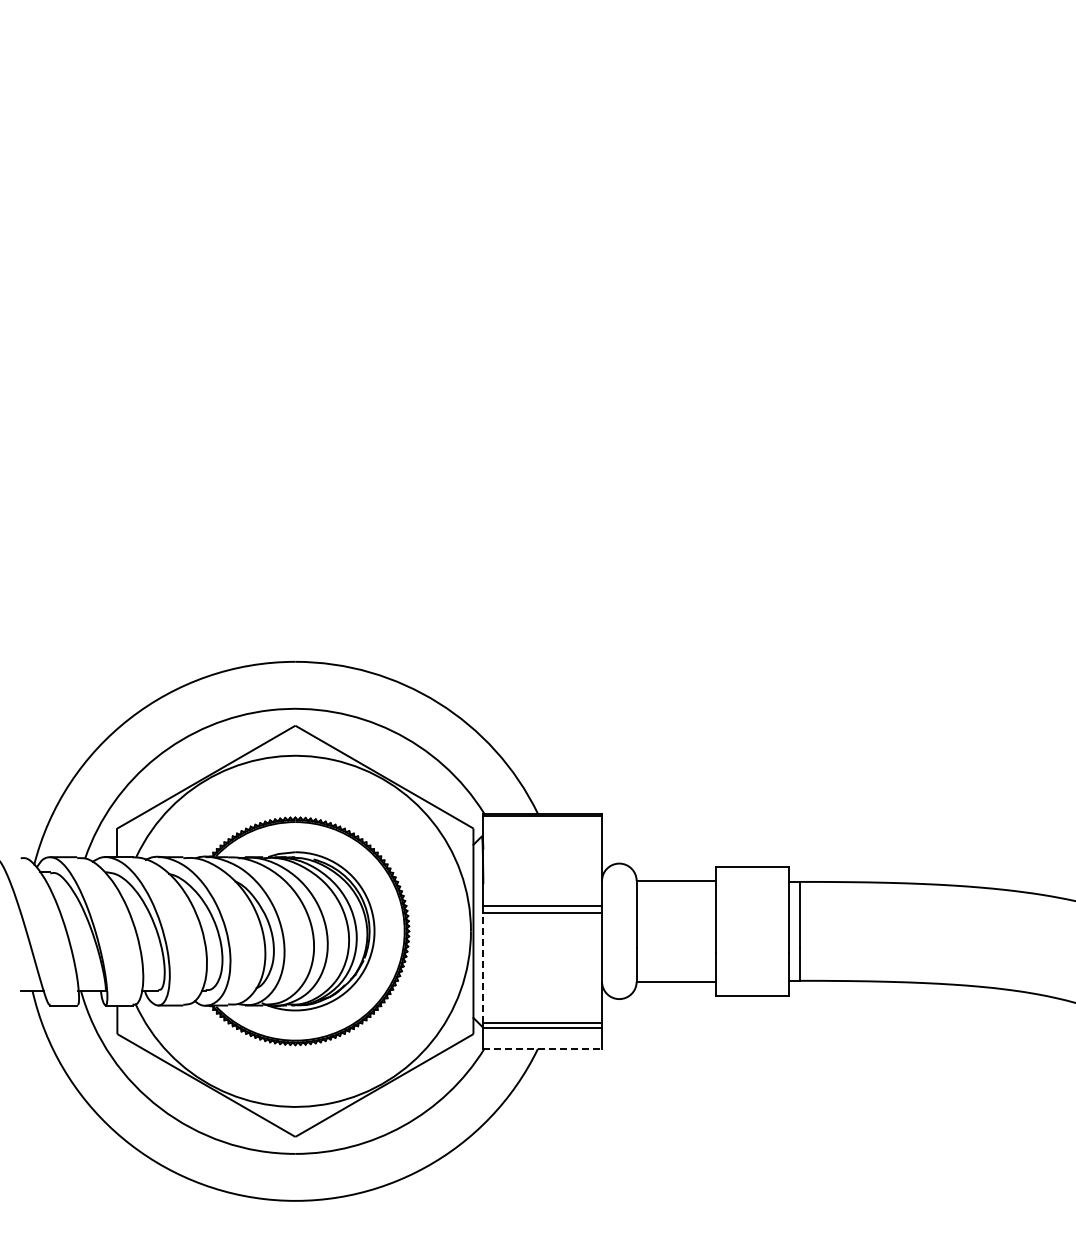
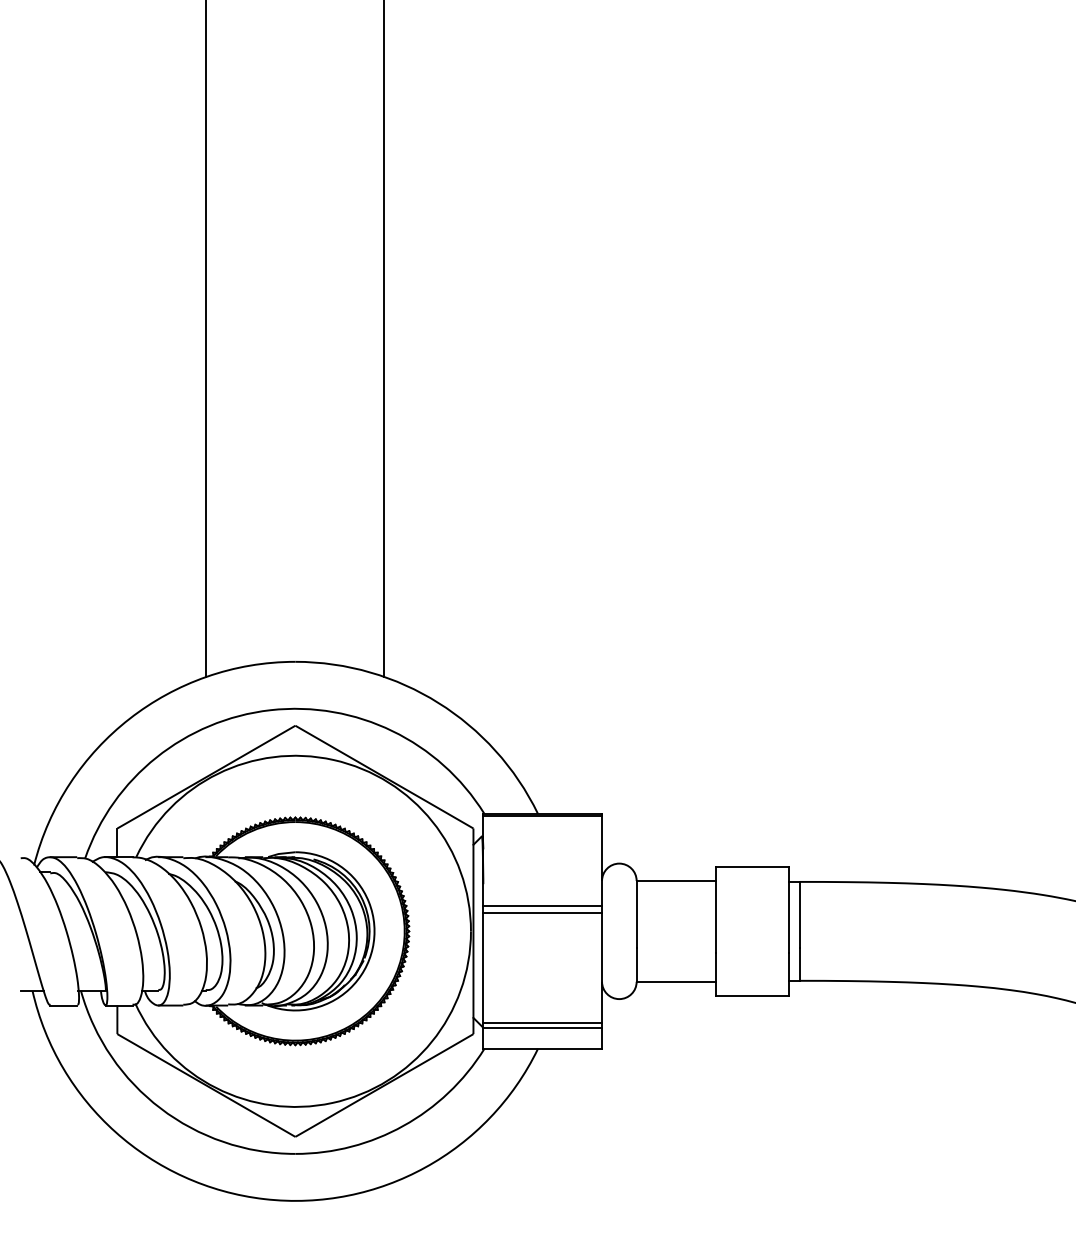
line at (206, 339): none -> present
line at (384, 339): none -> present
line at (483, 967): dashed -> solid
line at (543, 1048): dashed -> solid
